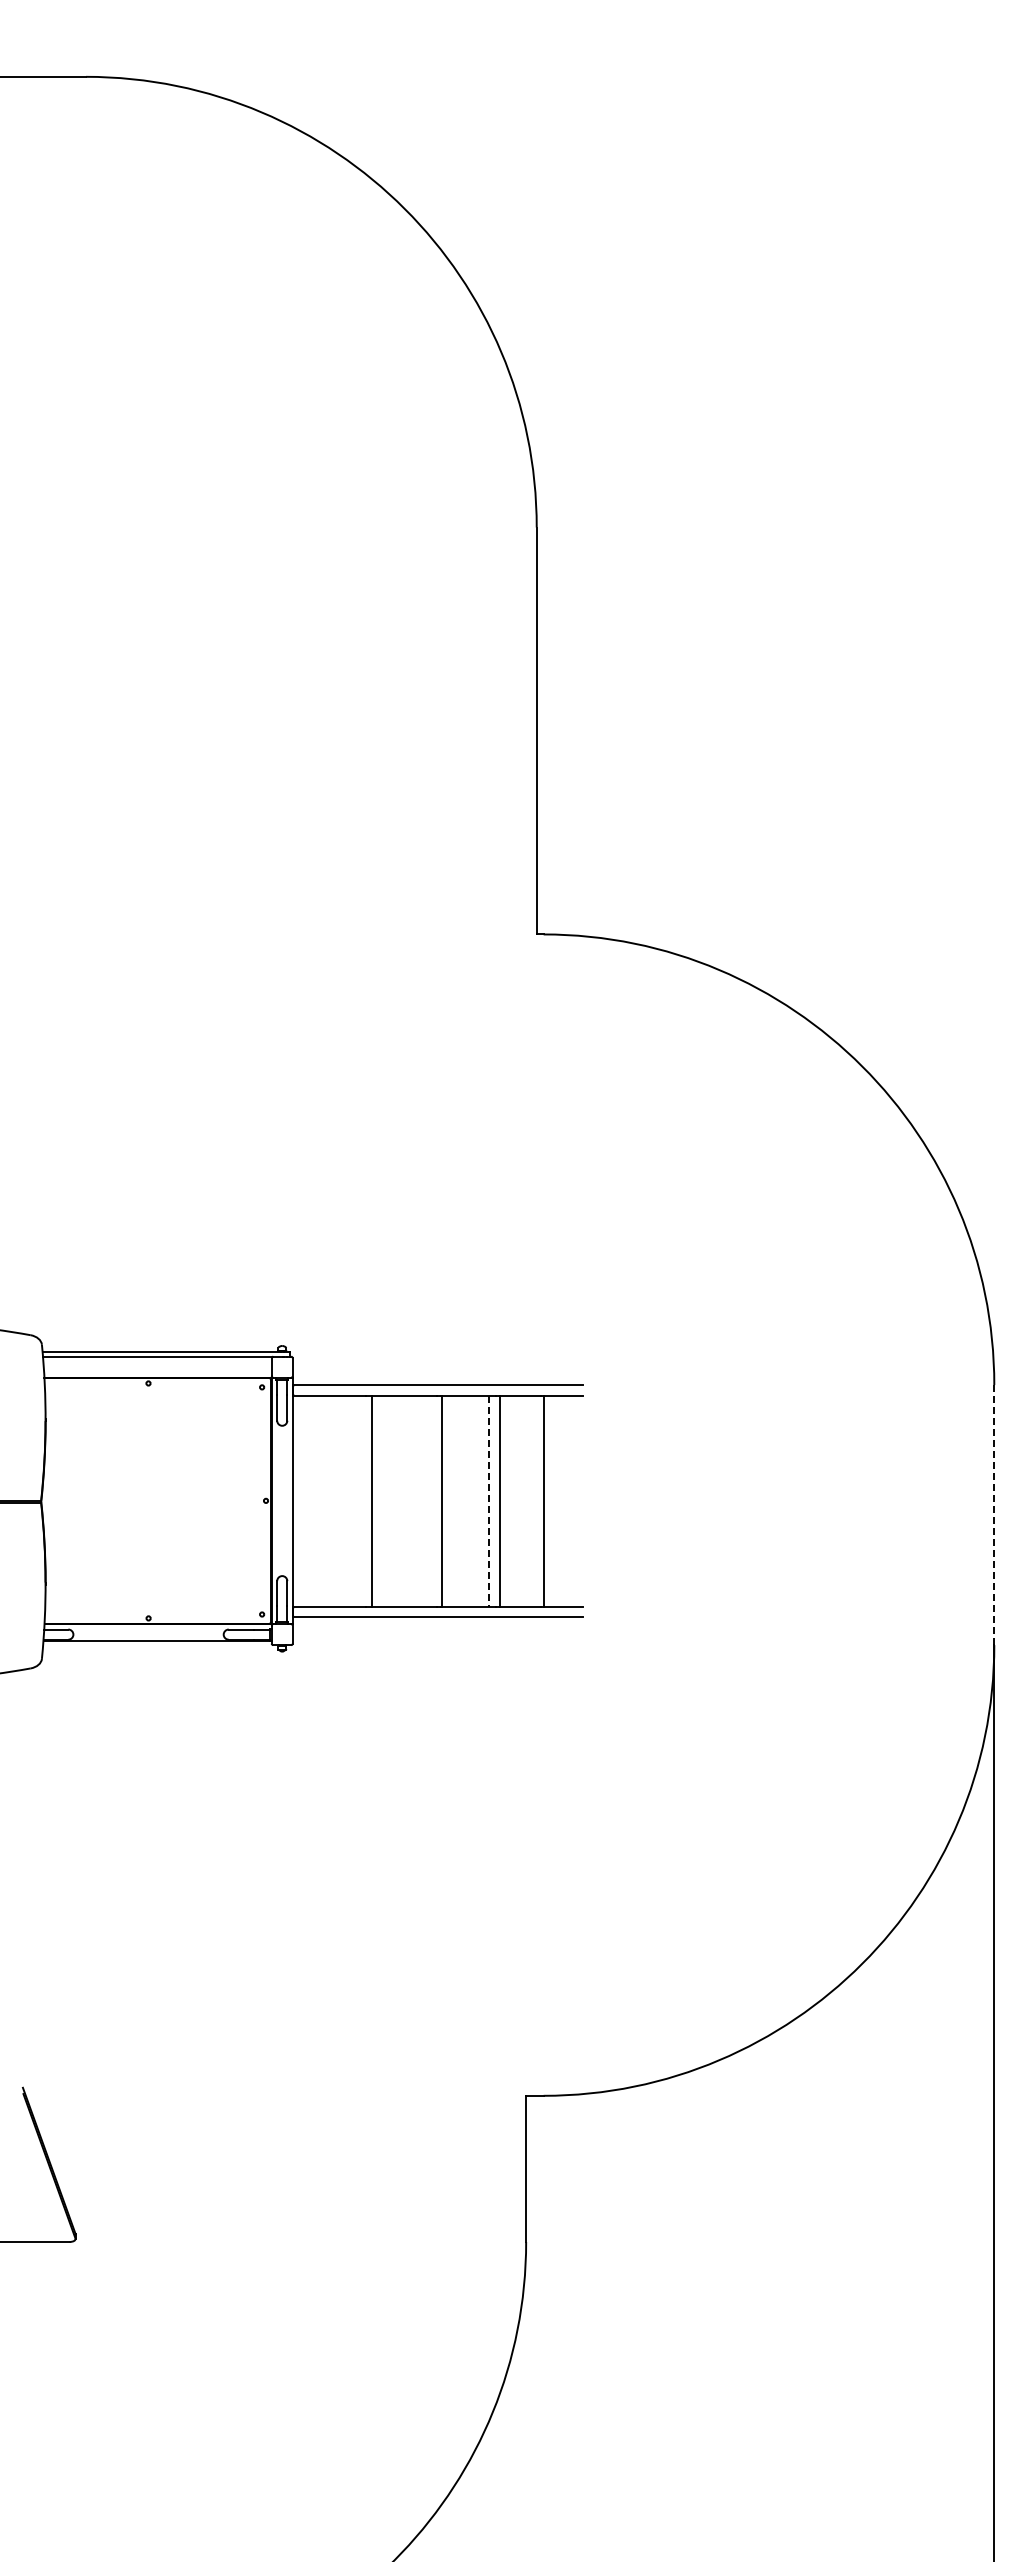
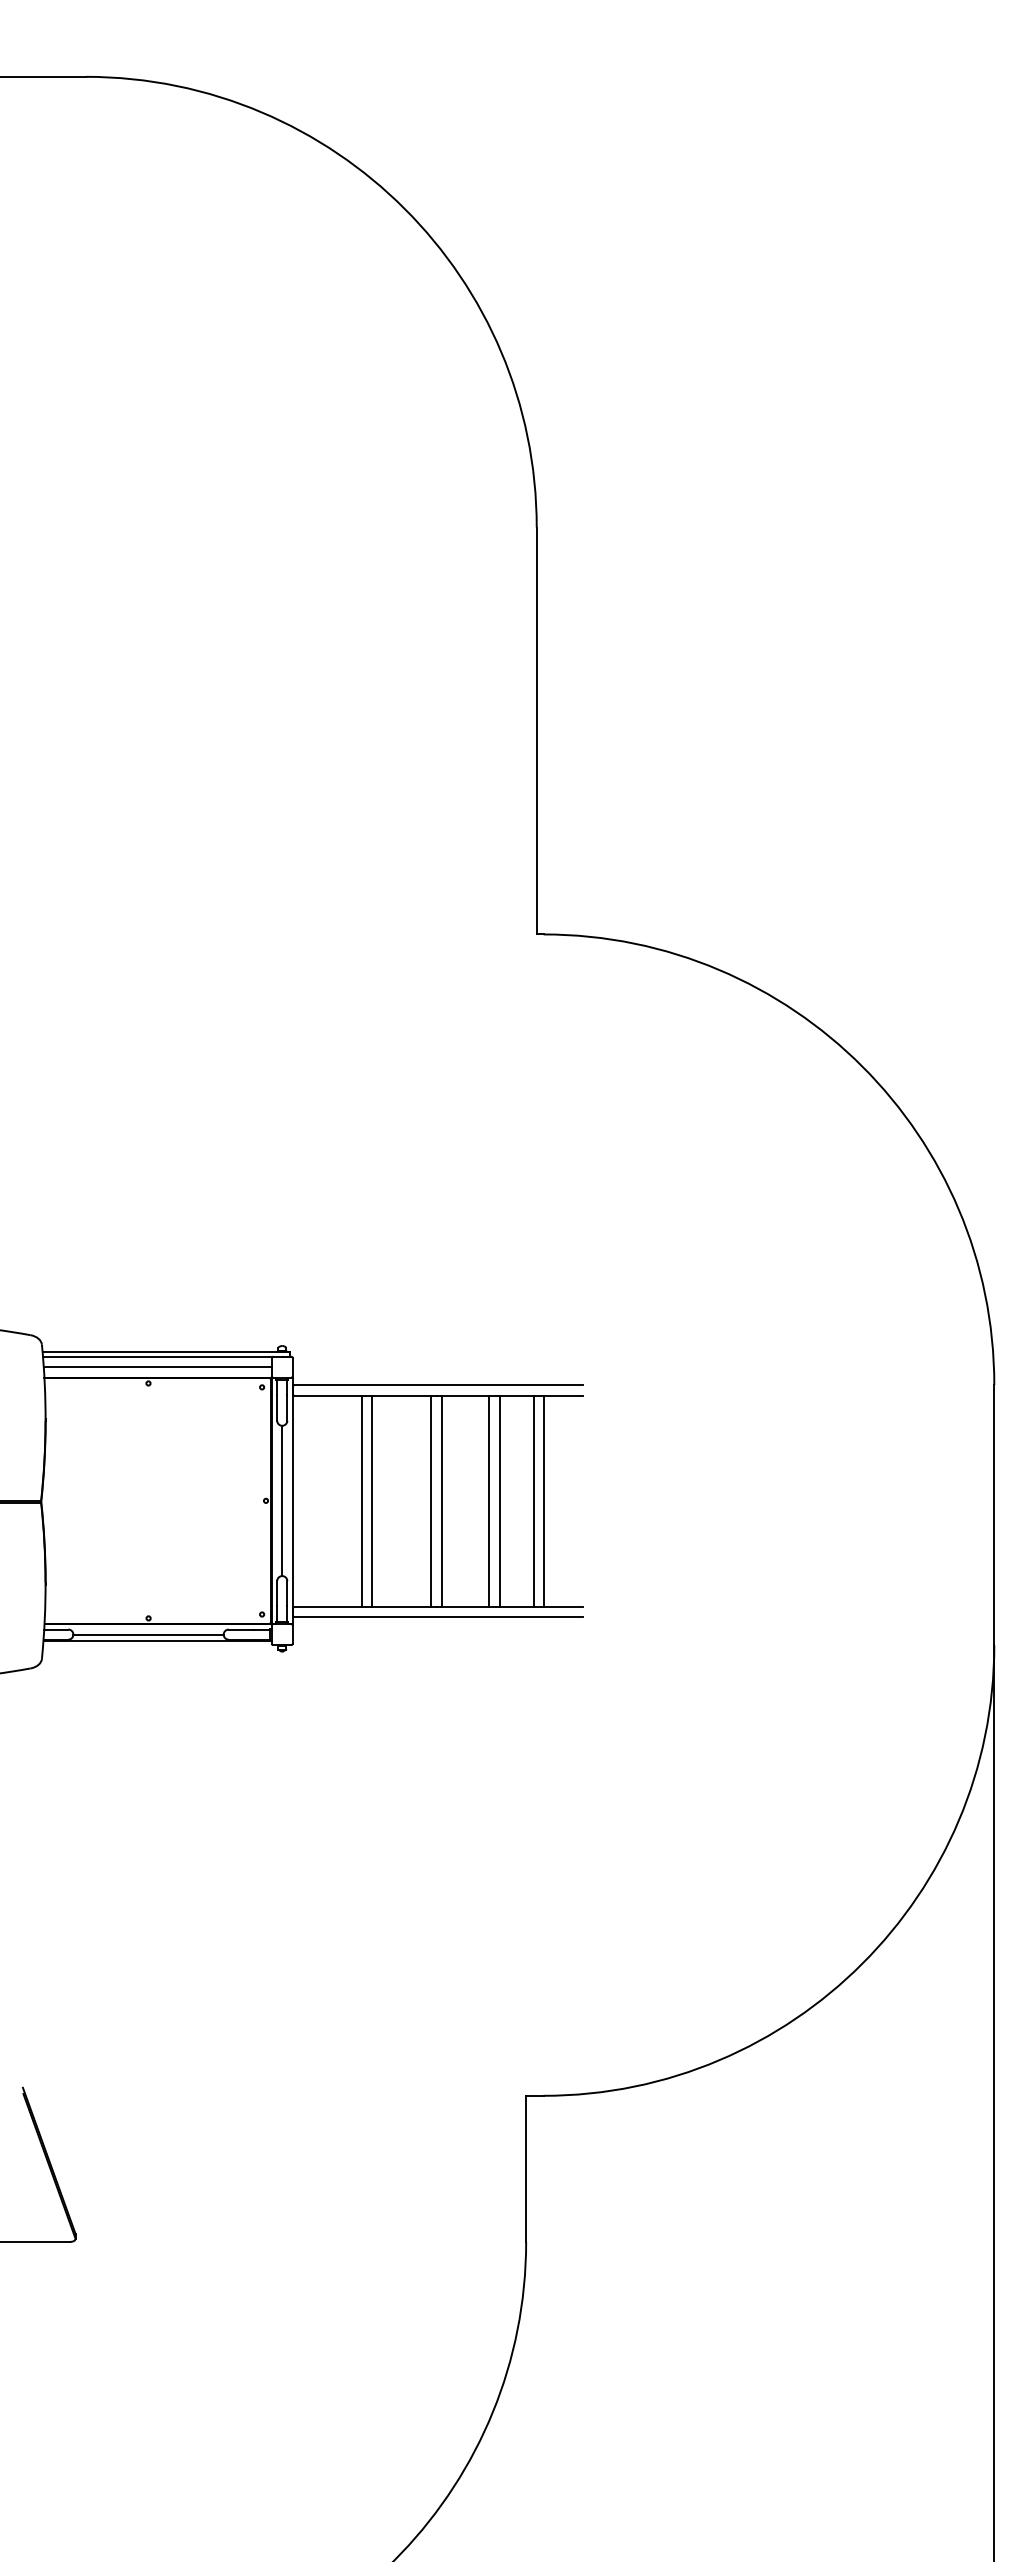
line at (157, 1367): none -> present
line at (282, 1500): none -> present
line at (362, 1500): none -> present
line at (431, 1500): none -> present
line at (534, 1500): none -> present
line at (489, 1501): dashed -> solid
line at (994, 1514): dashed -> solid
line at (148, 1634): none -> present
